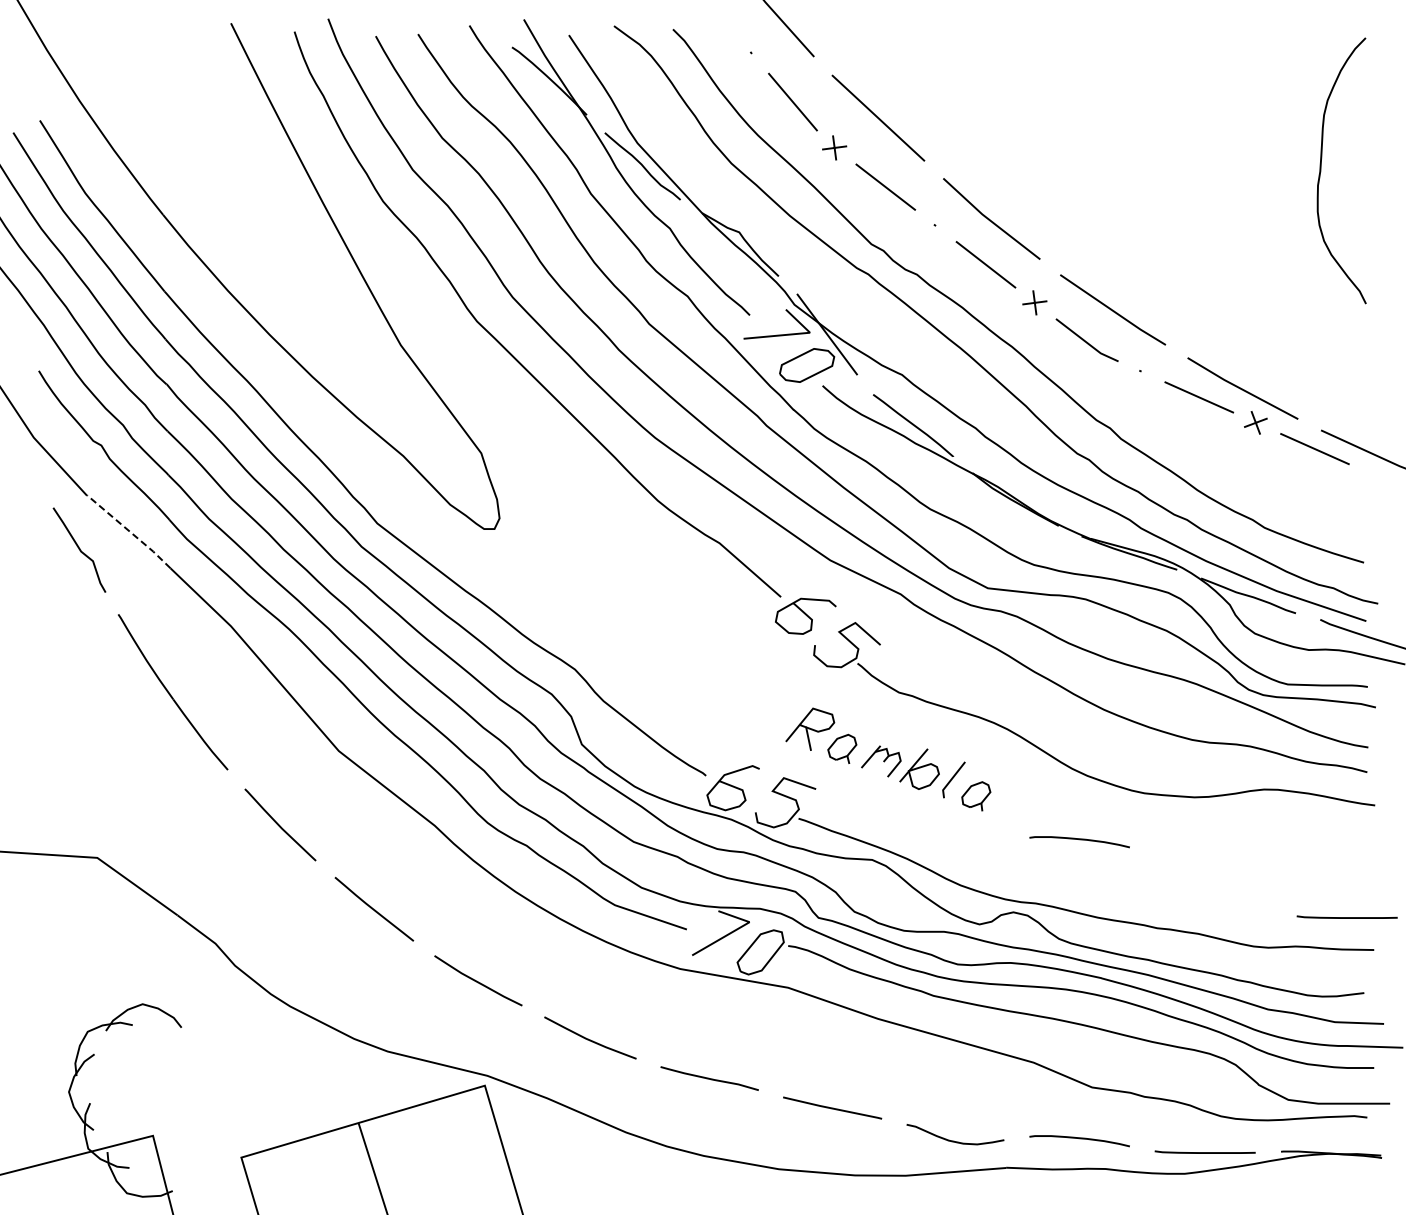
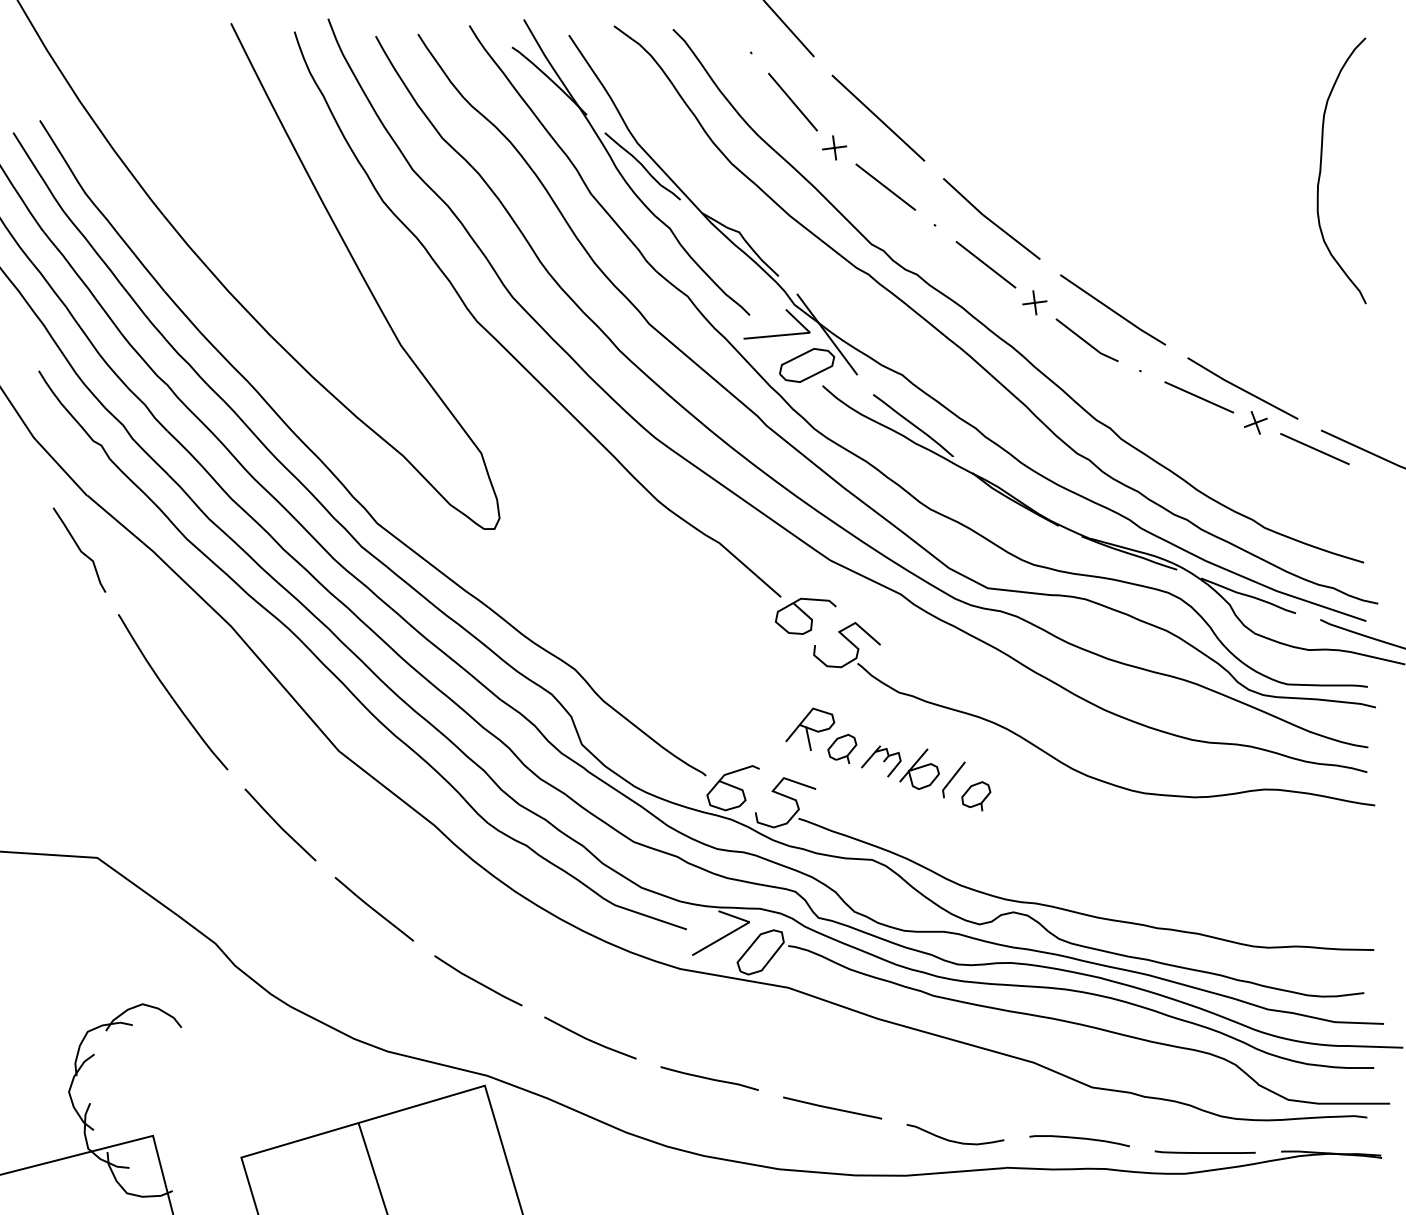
line at (129, 531): dashed -> solid
curve at (1079, 840): present -> none
curve at (1346, 917): present -> none
